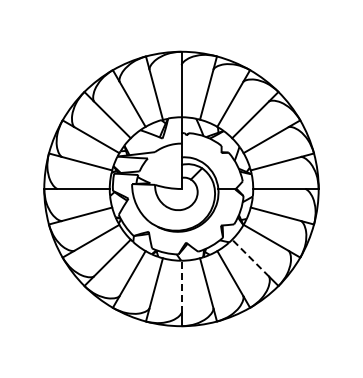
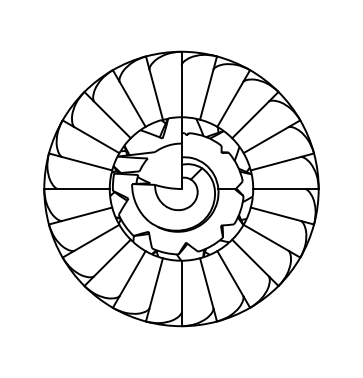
line at (250, 257): dashed -> solid
line at (181, 286): dashed -> solid
